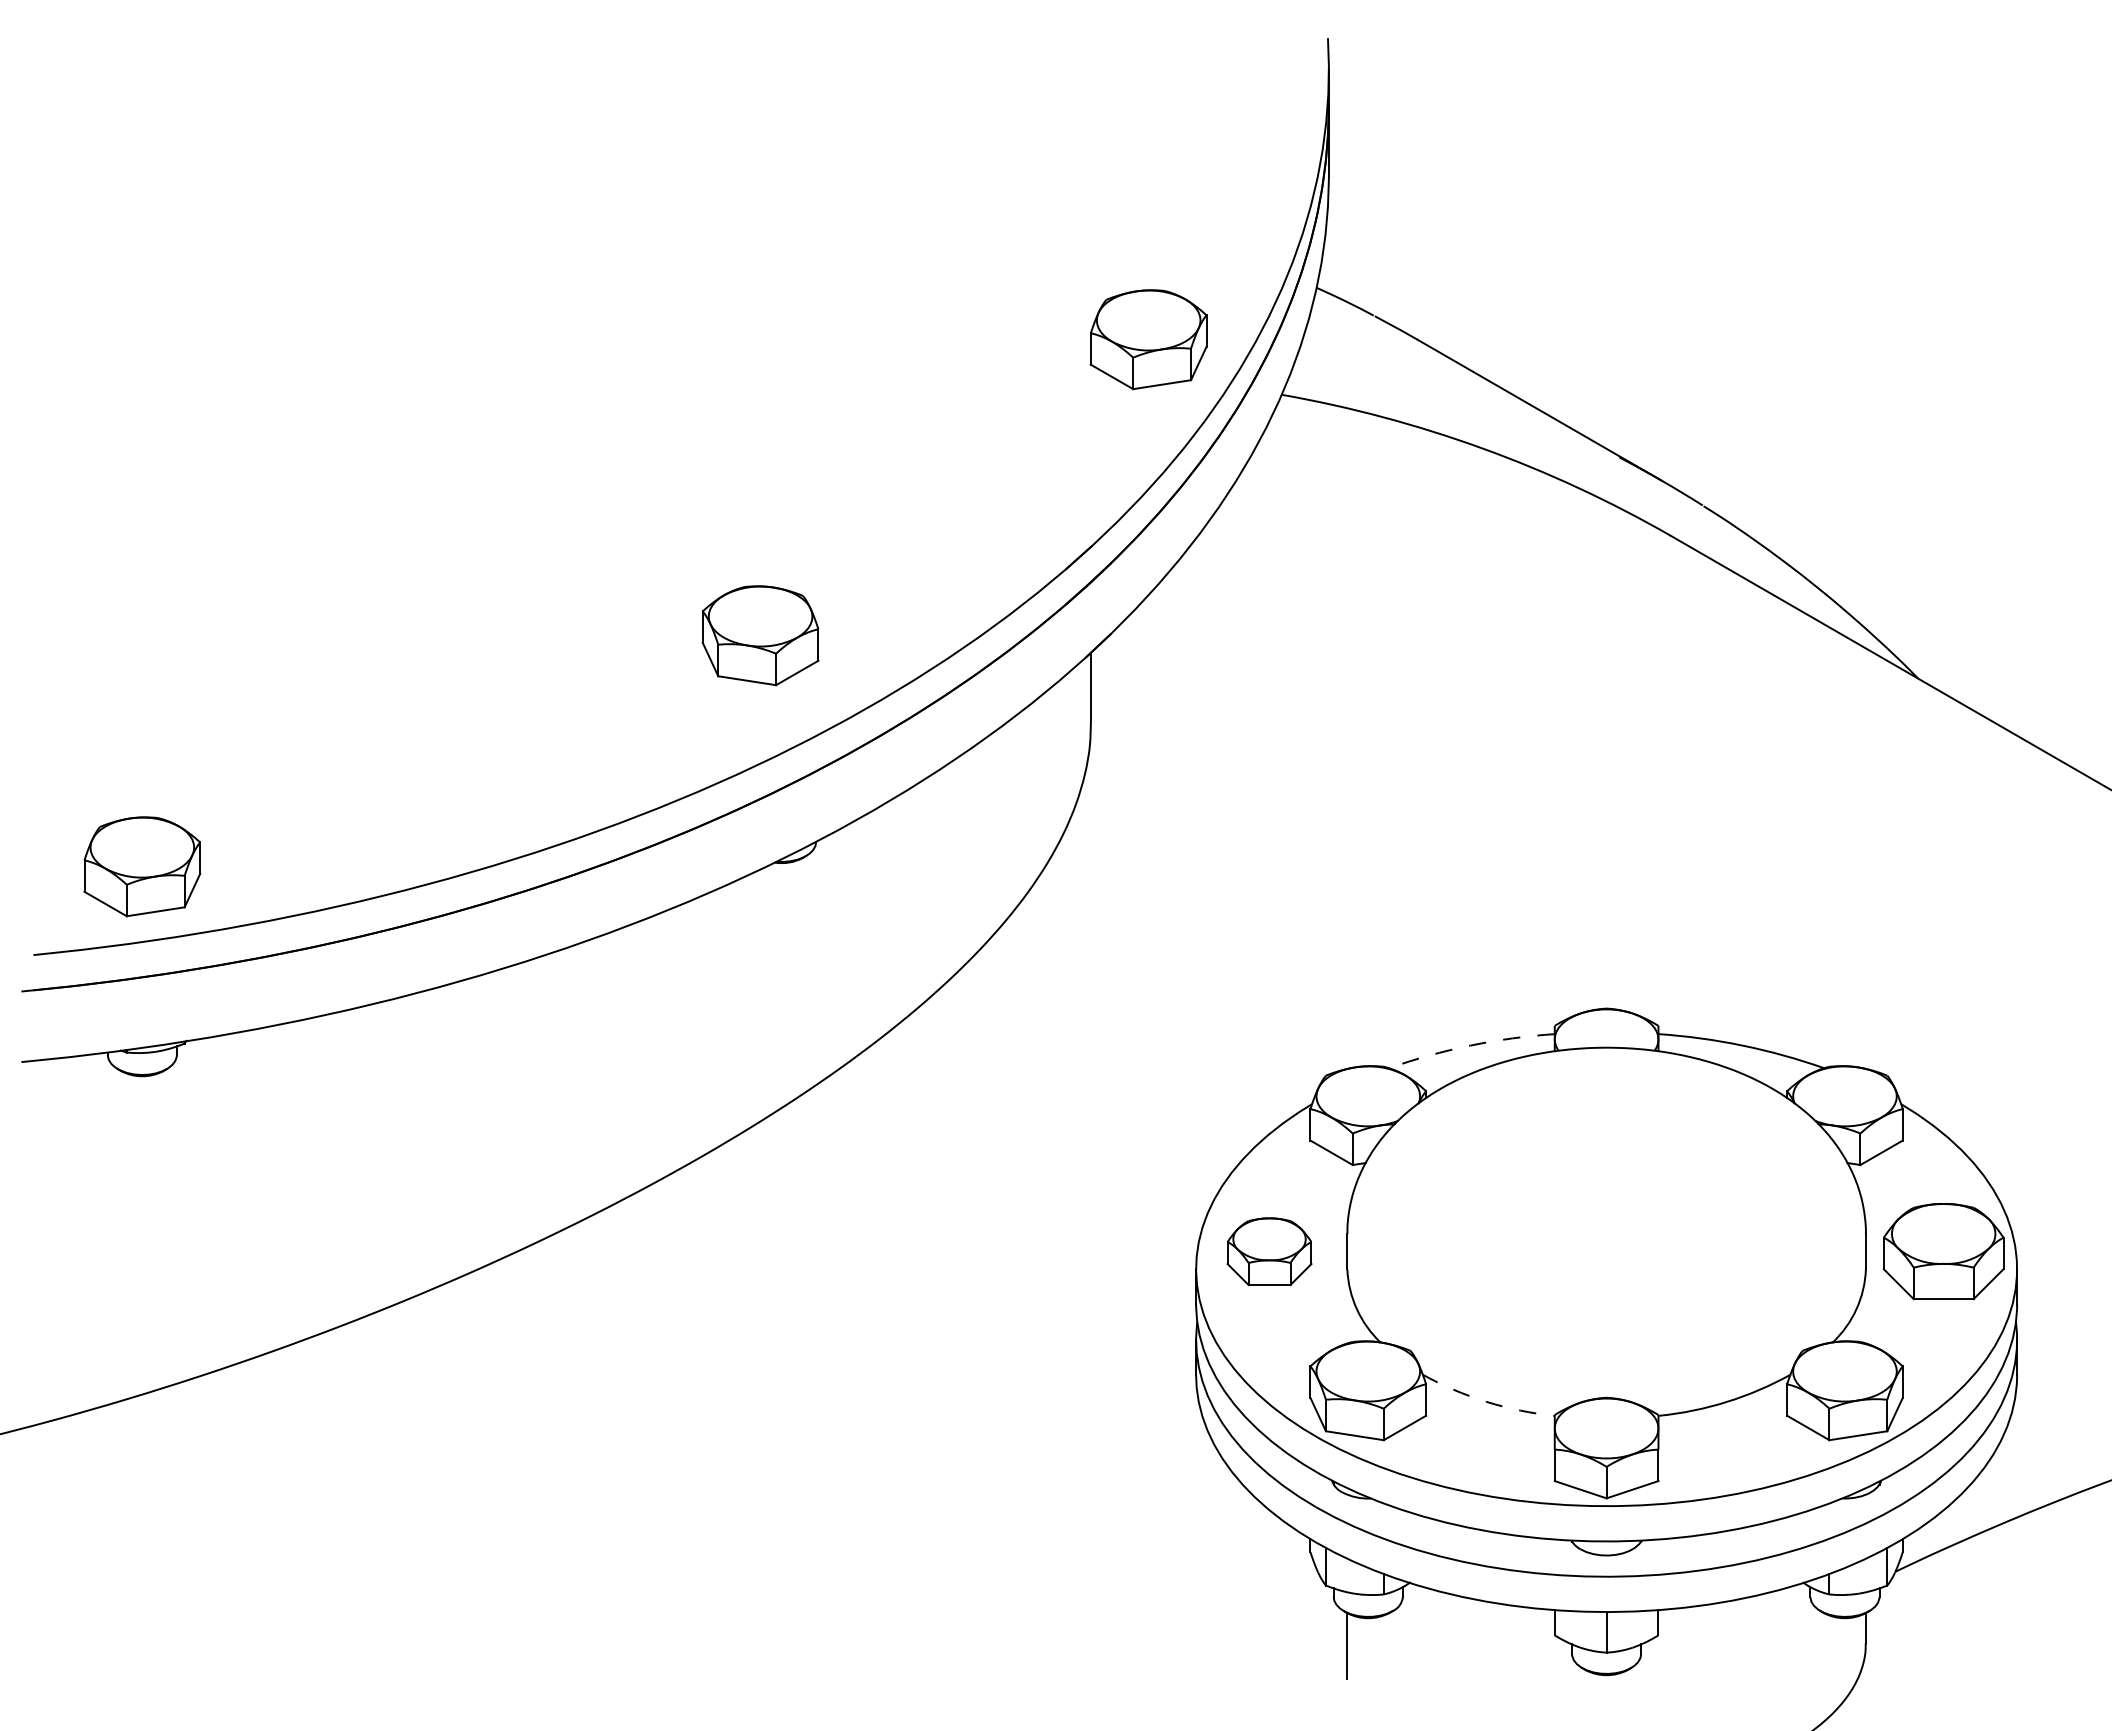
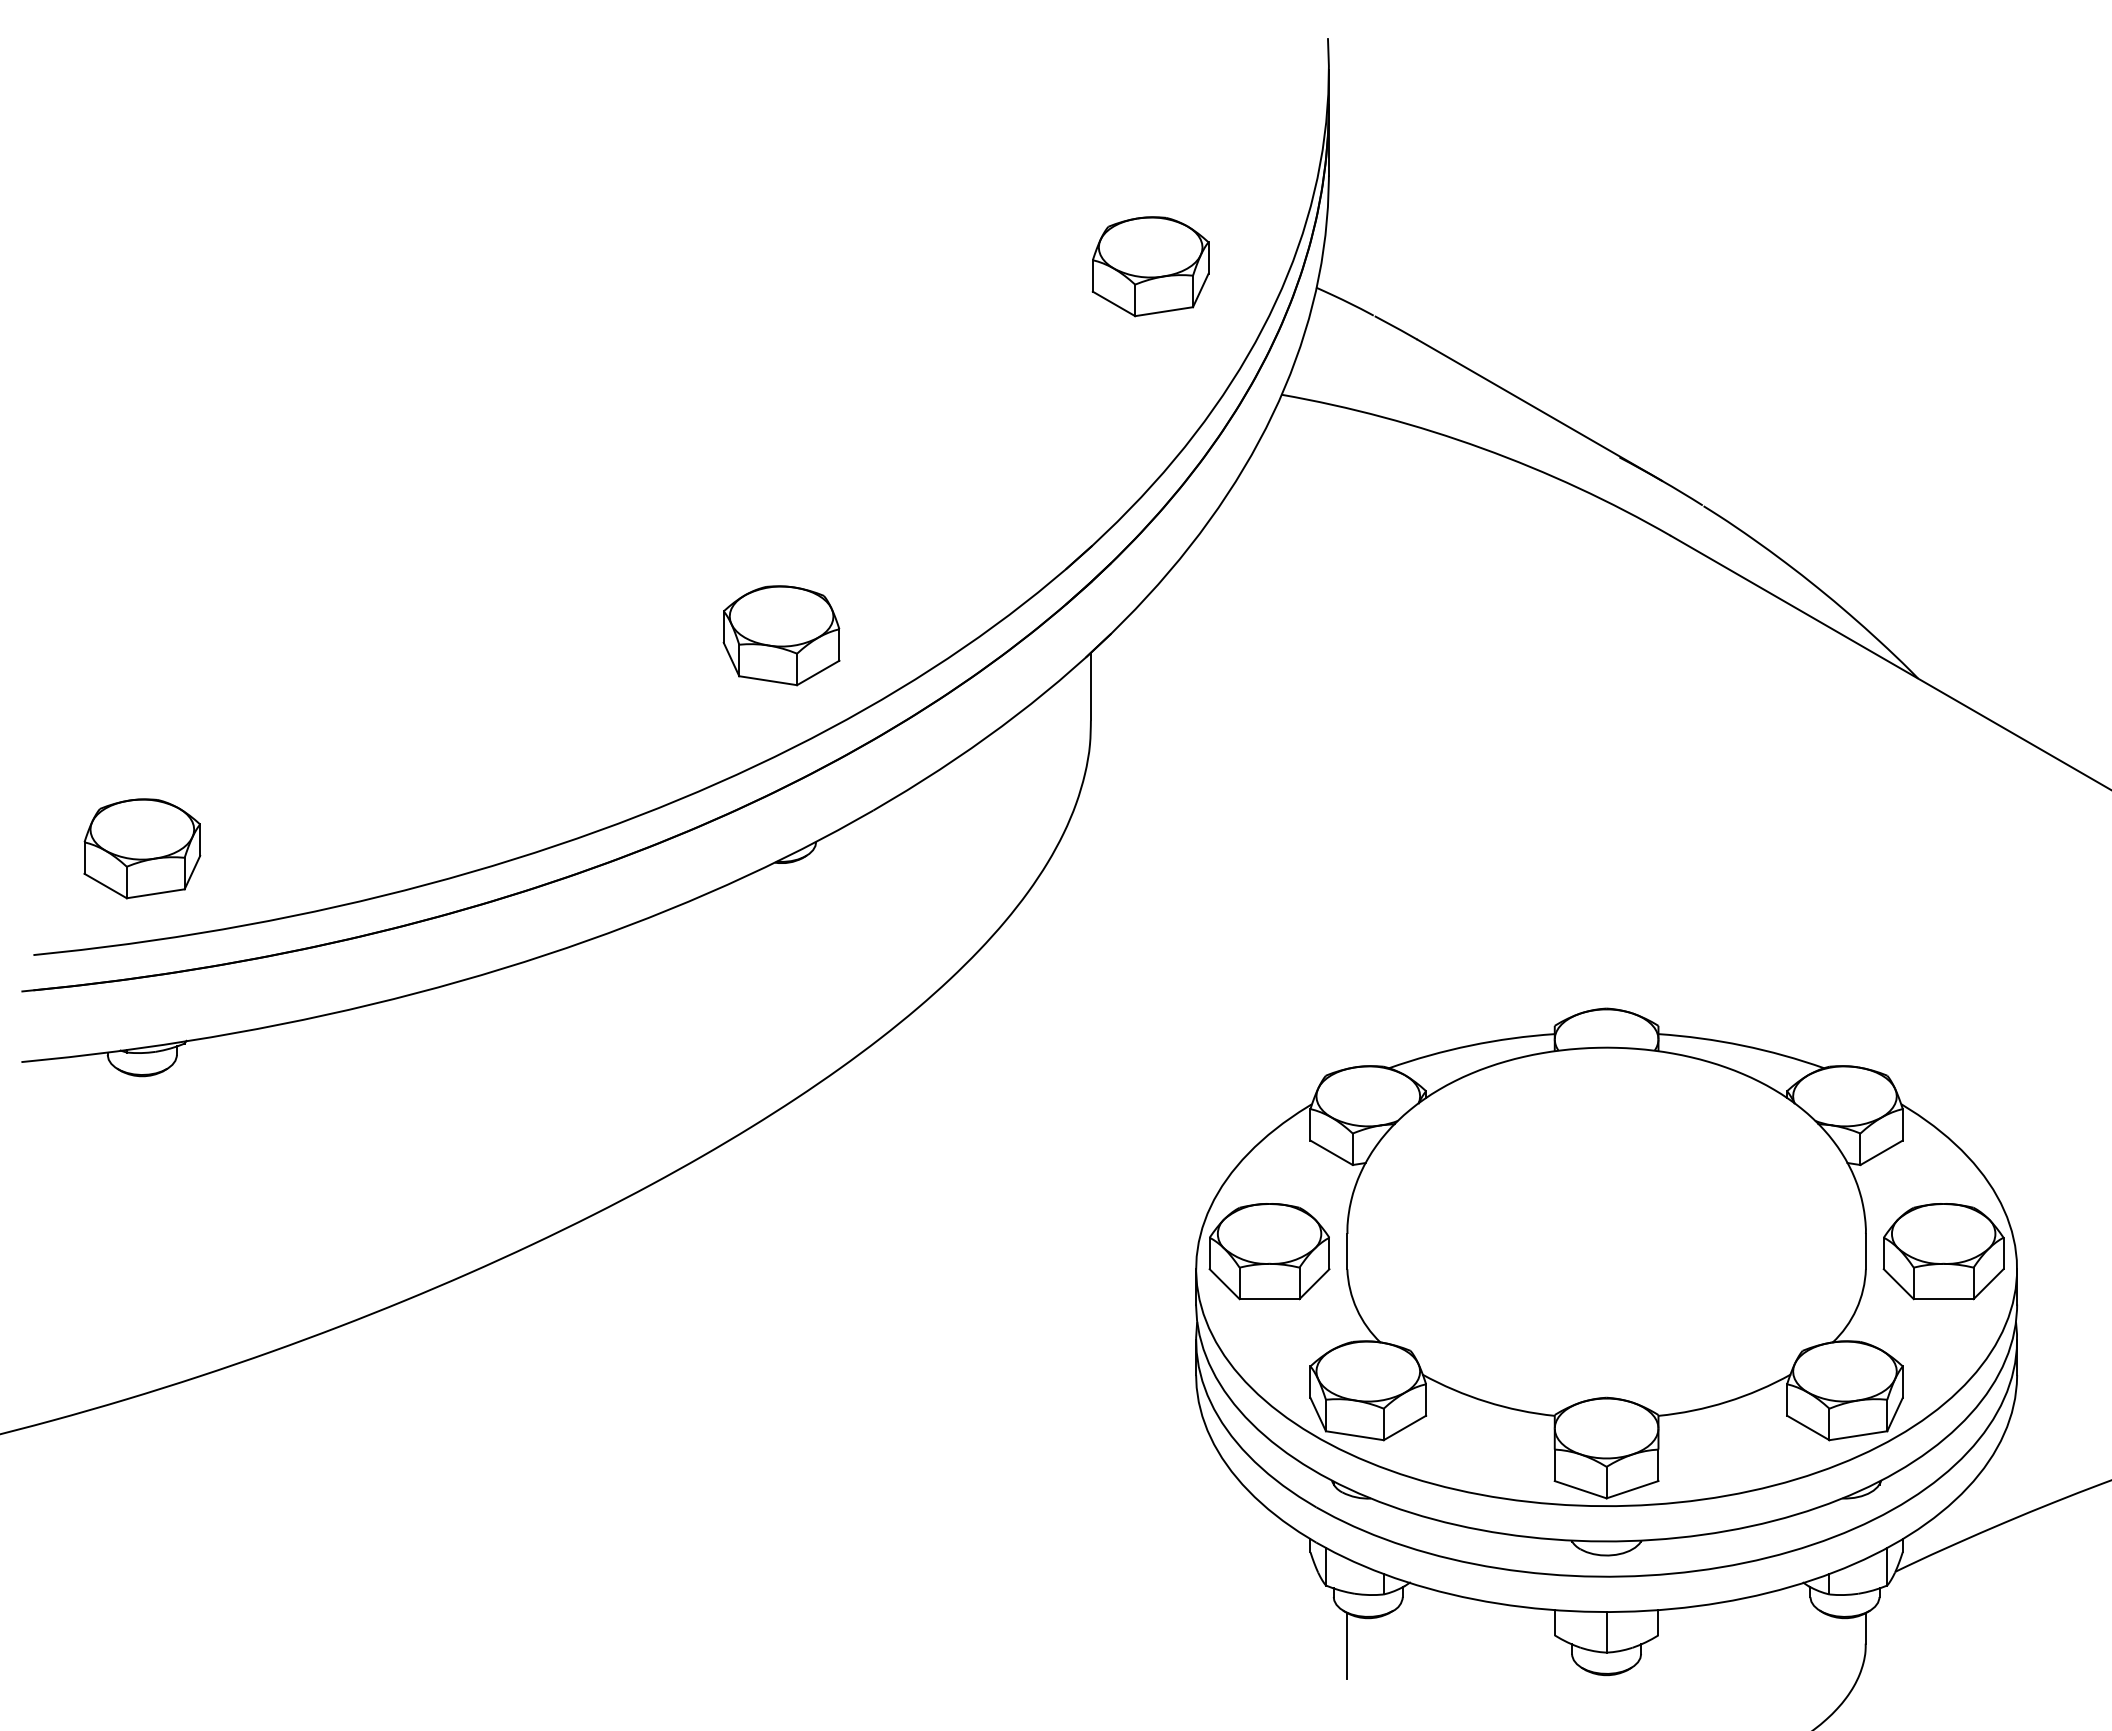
part at (1148, 339) position: (1148, 339) -> (1150, 266)
part at (760, 635) position: (760, 635) -> (781, 635)
part at (142, 866) position: (142, 866) -> (142, 848)
arc at (1470, 1045): dashed -> solid
part at (1269, 1251) size: 87x70 px -> 123x98 px
arc at (1486, 1401): dashed -> solid
